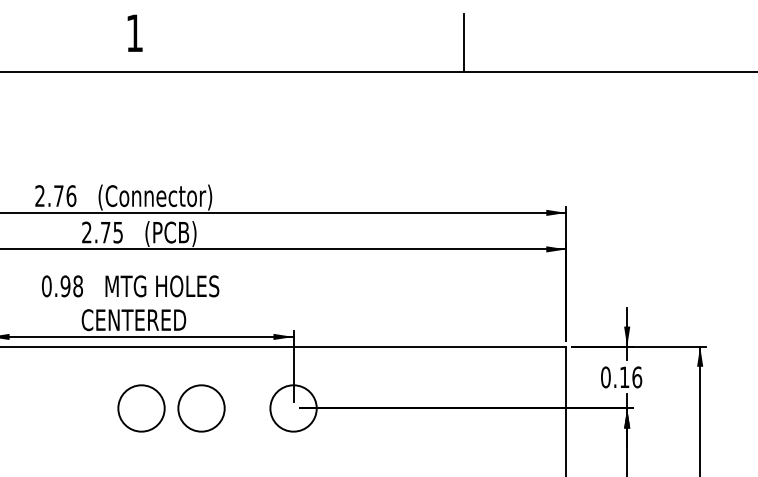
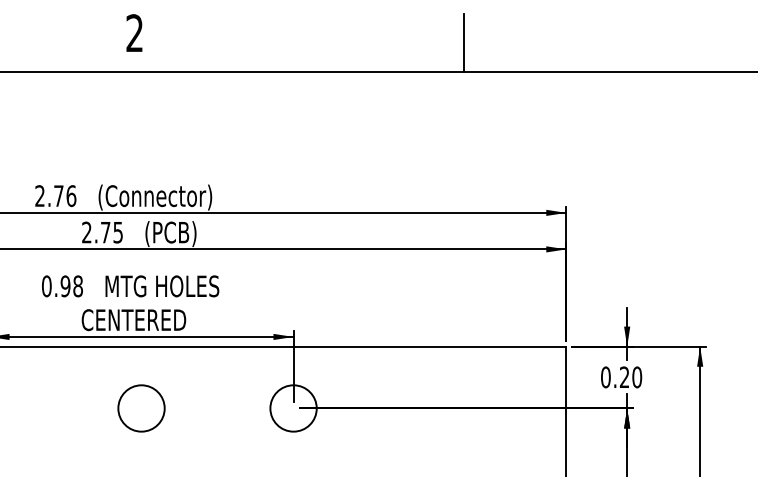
text at (134, 32): 1 -> 2
text at (630, 377): 0.16 -> 0.20
circle at (201, 408): present -> none
